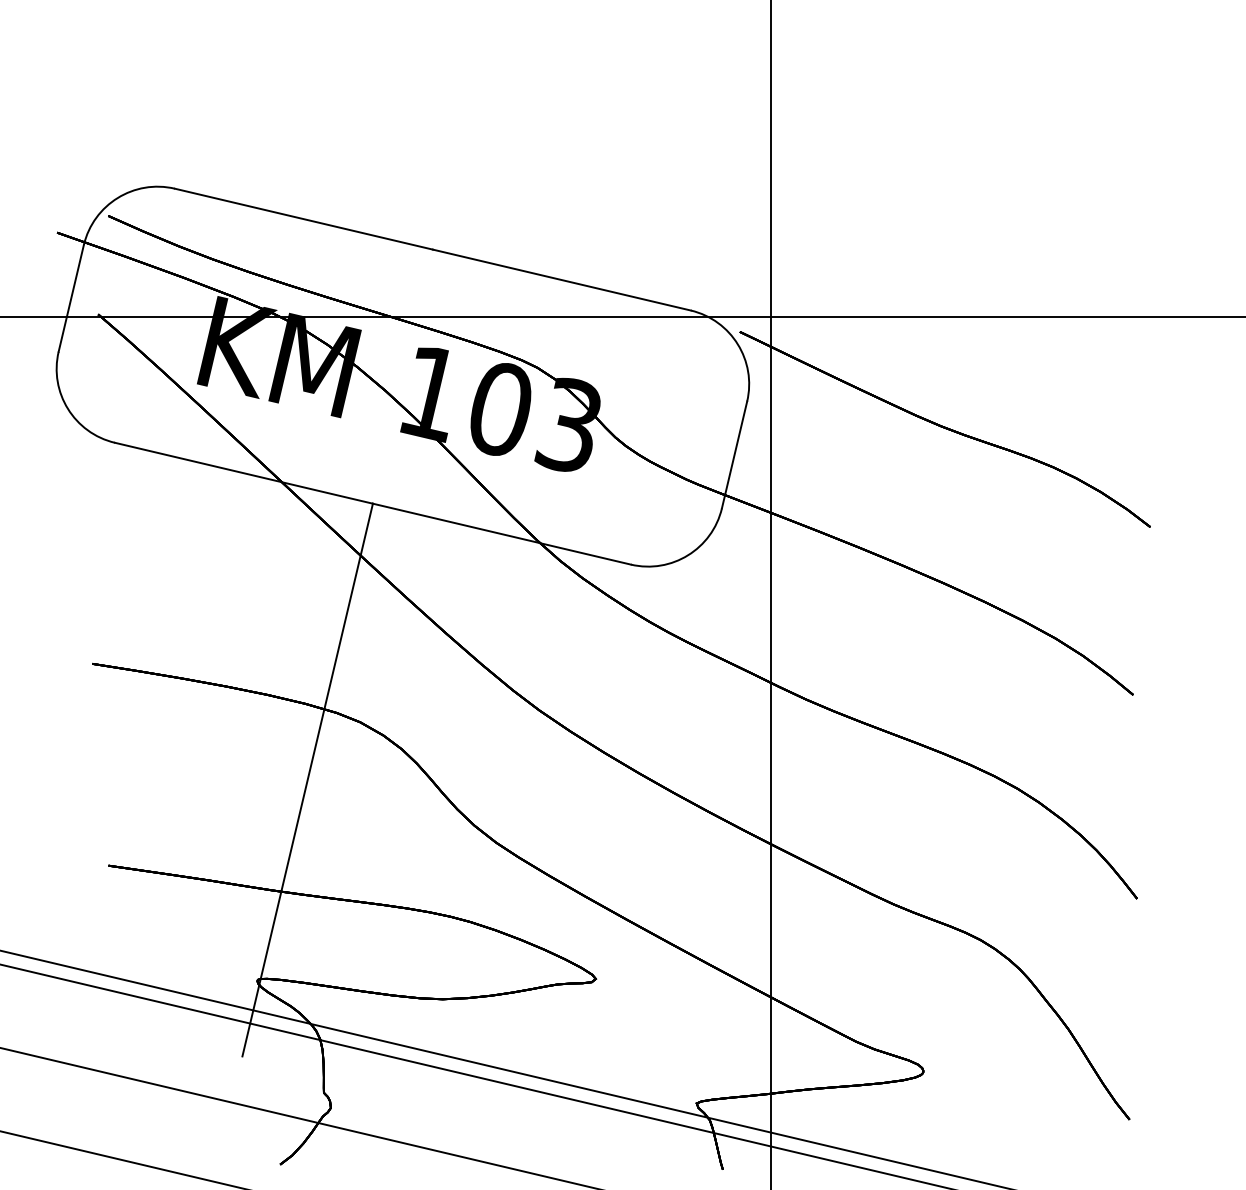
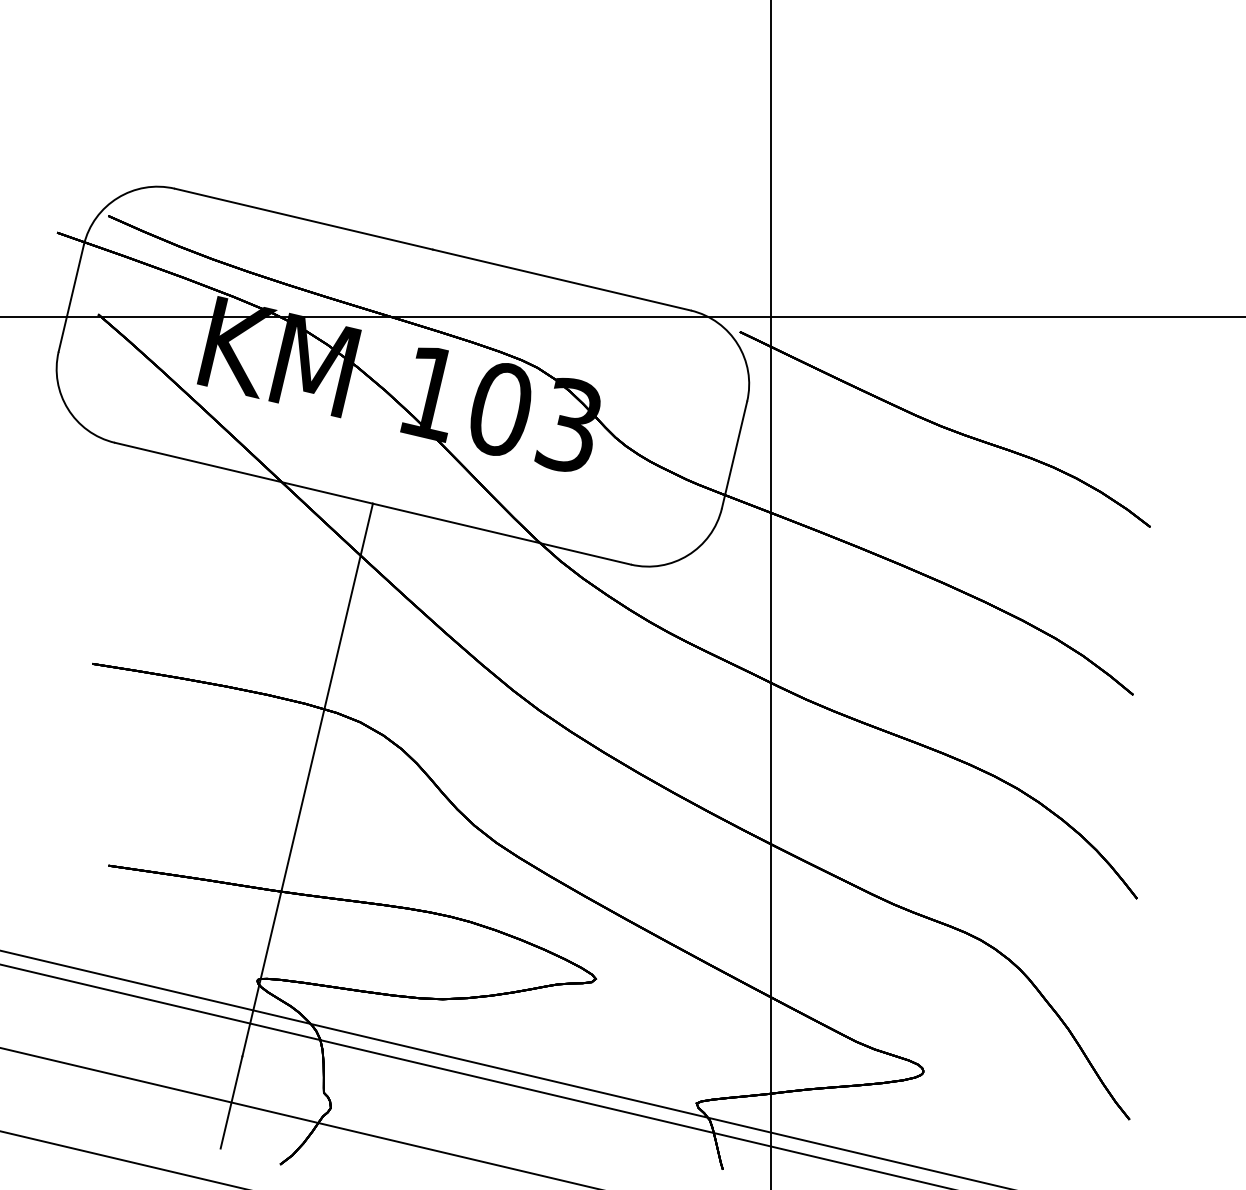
line at (231, 1102): none -> present
